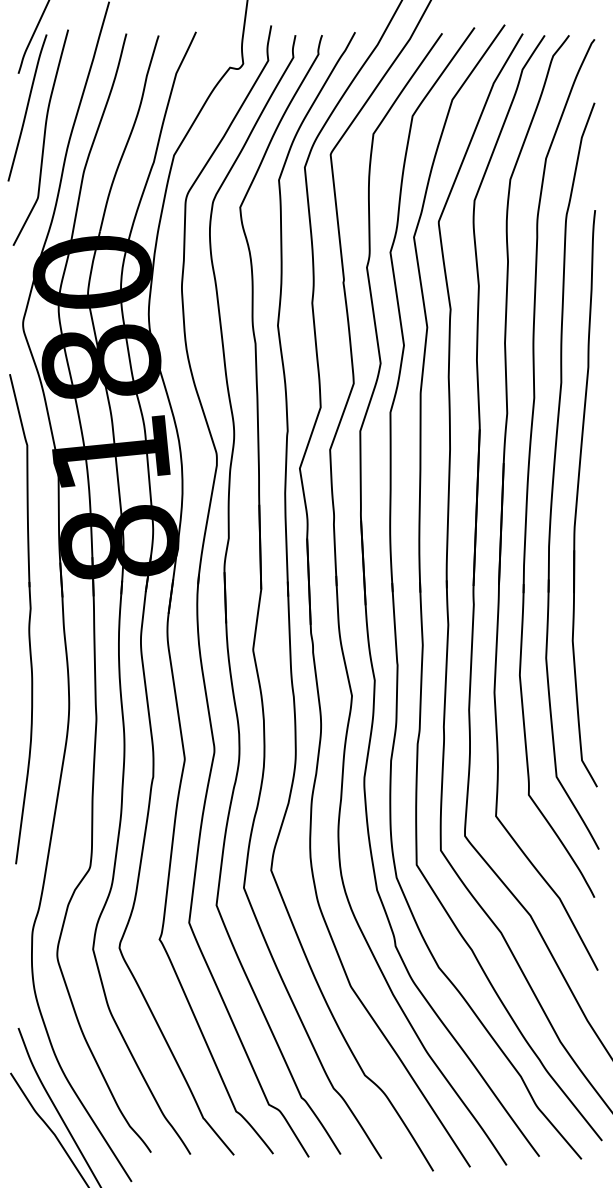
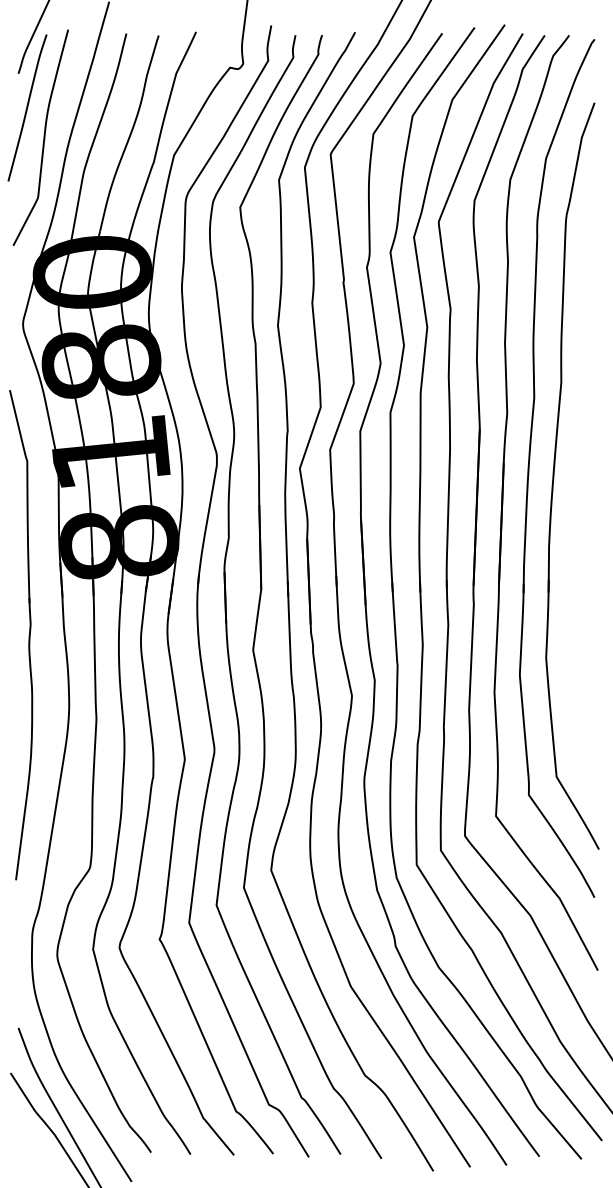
part at (578, 496): present -> none
part at (28, 619) position: (28, 619) -> (28, 635)
